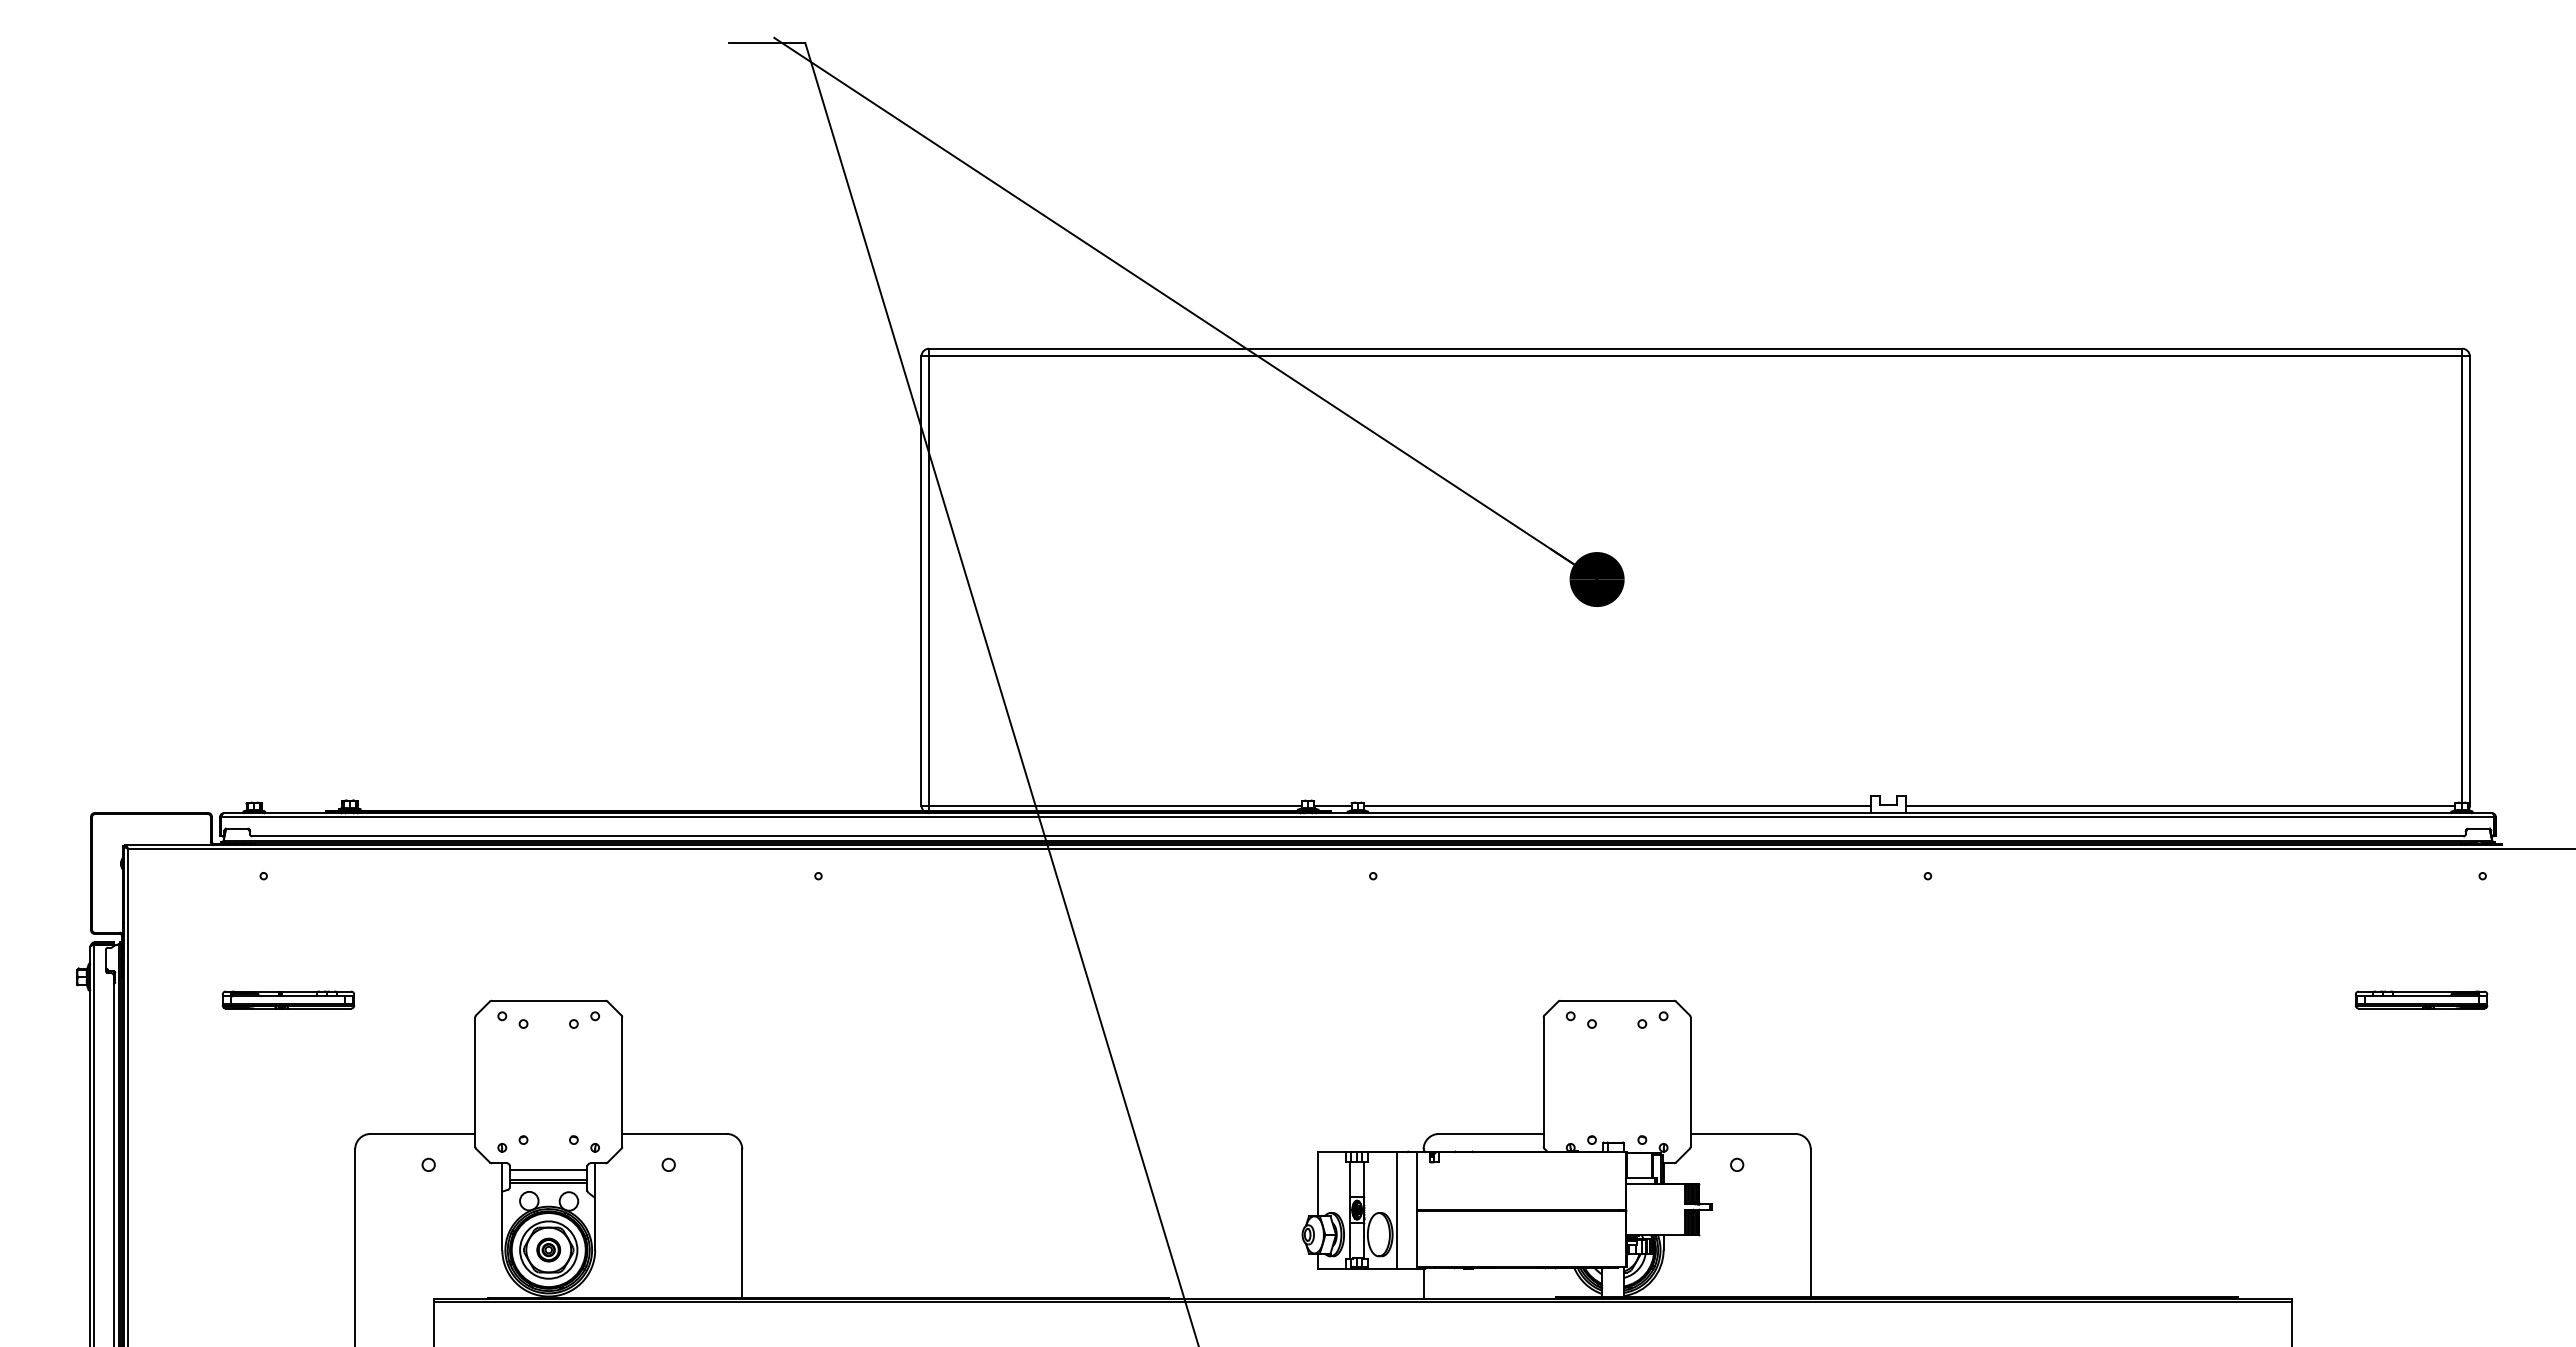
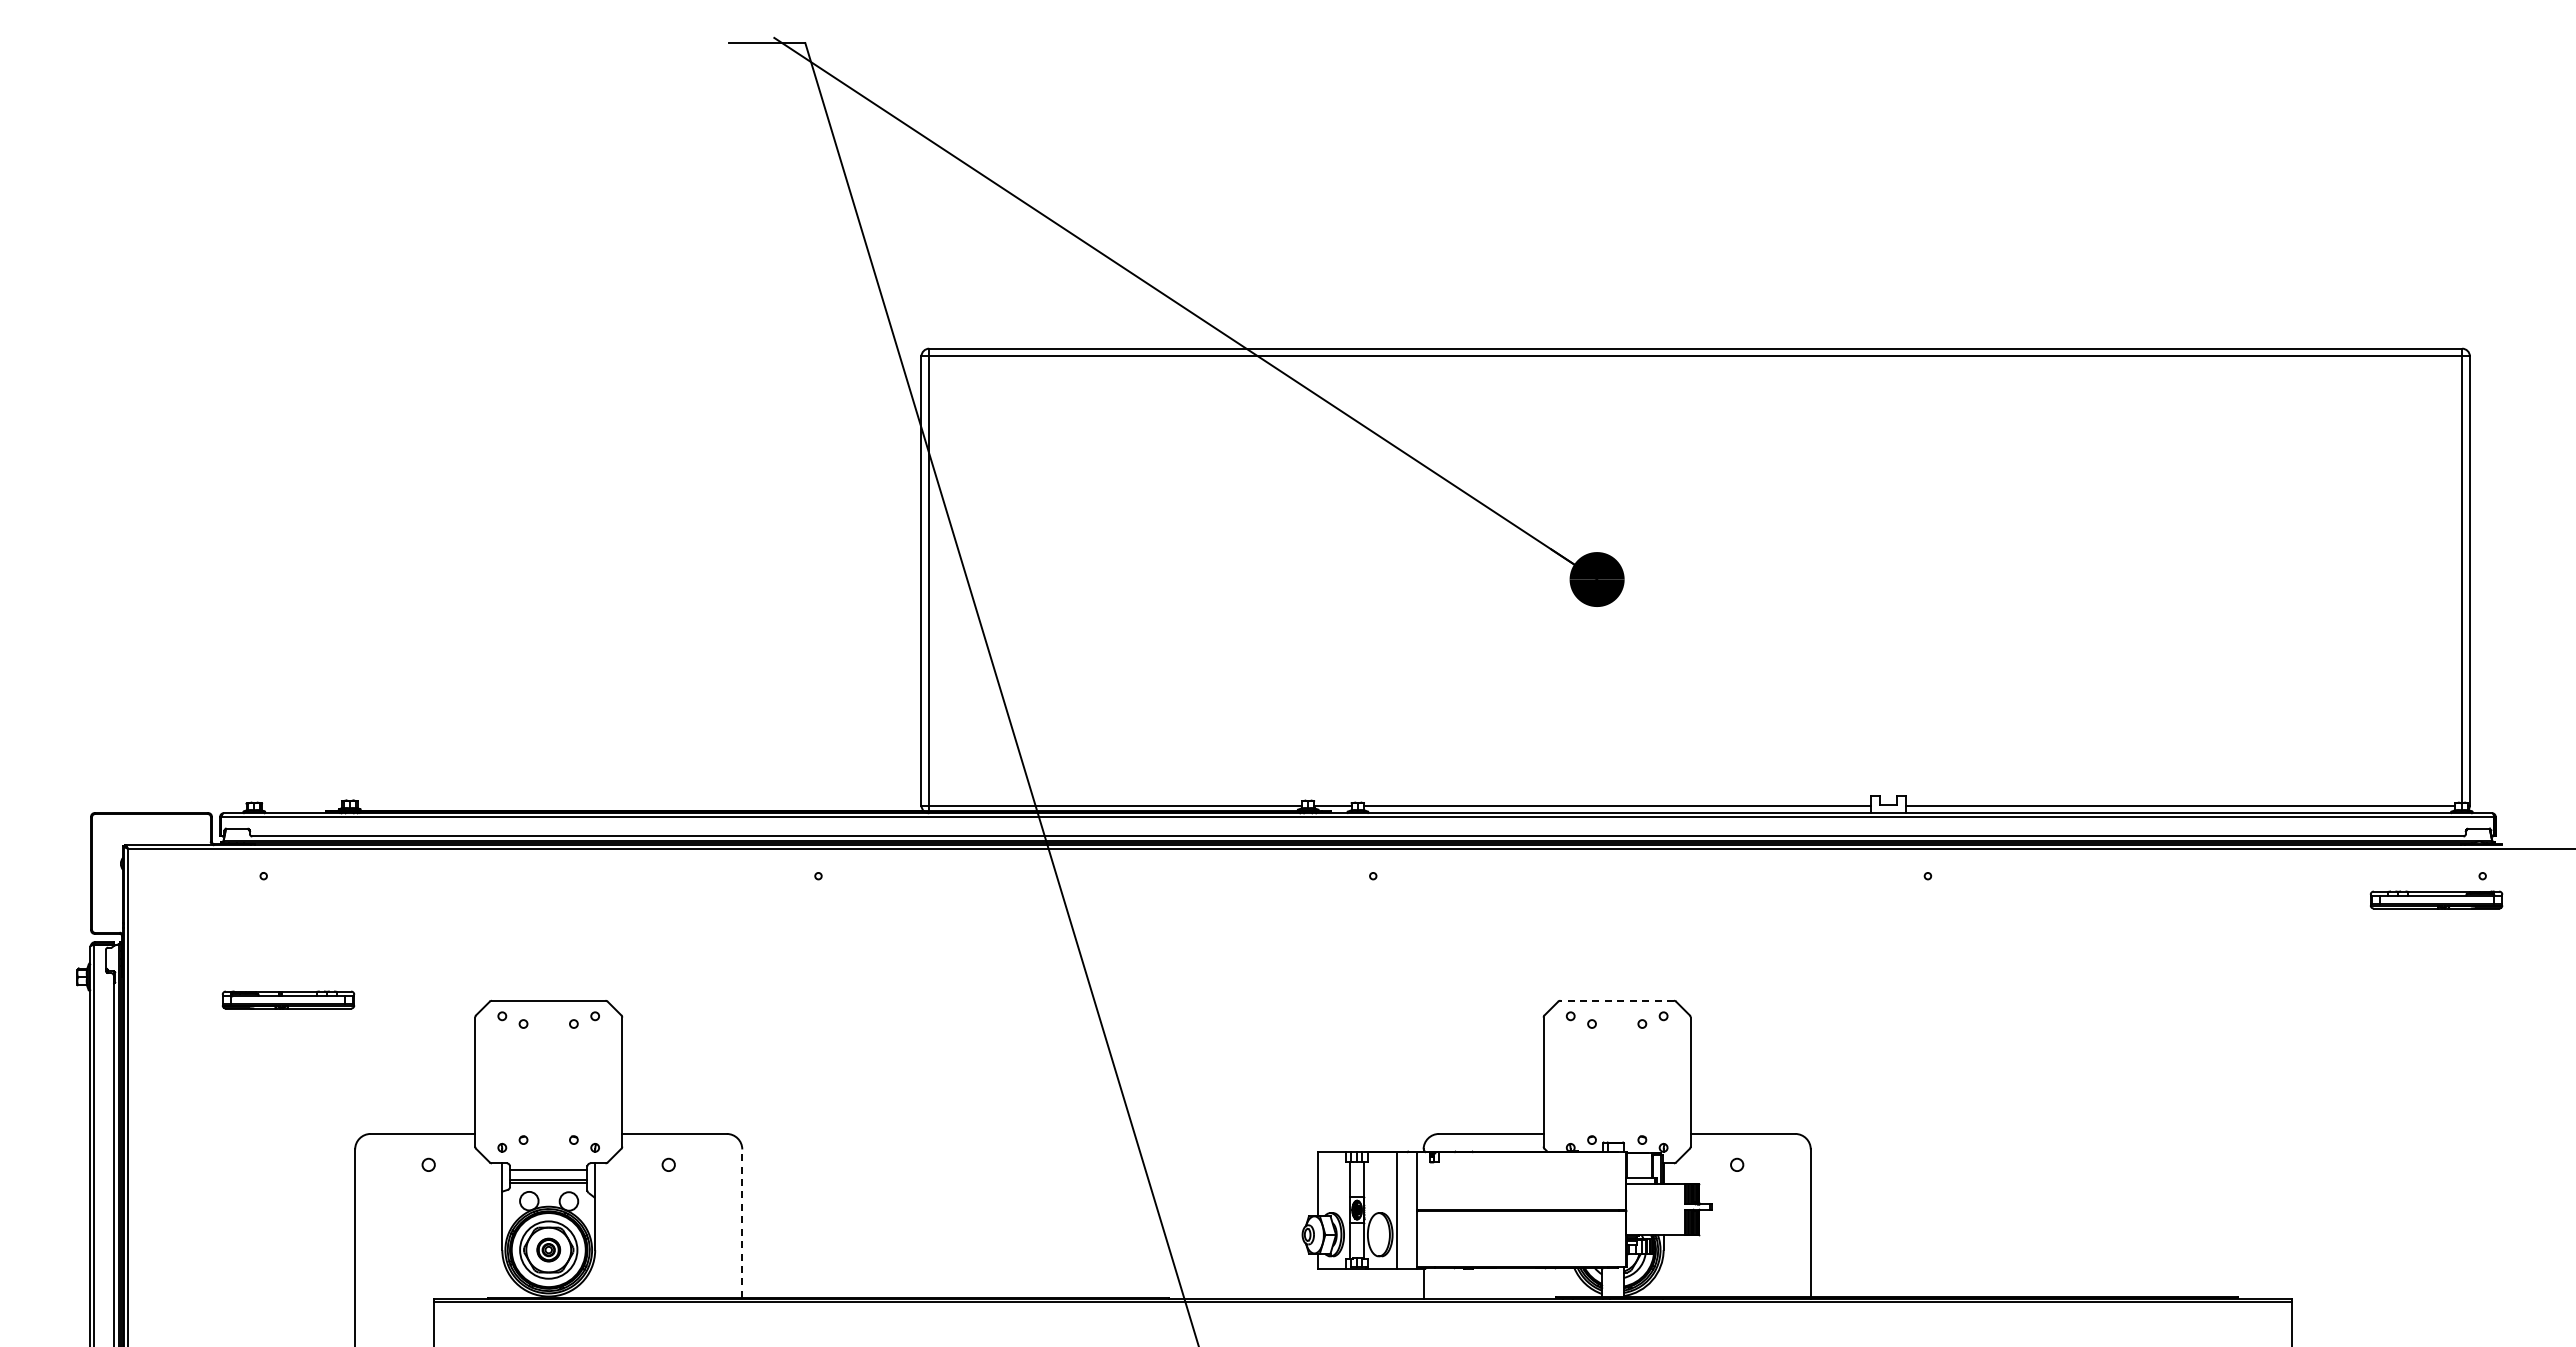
part at (2421, 999) position: (2421, 999) -> (2436, 899)
line at (1617, 1000): solid -> dashed
line at (742, 1223): solid -> dashed
